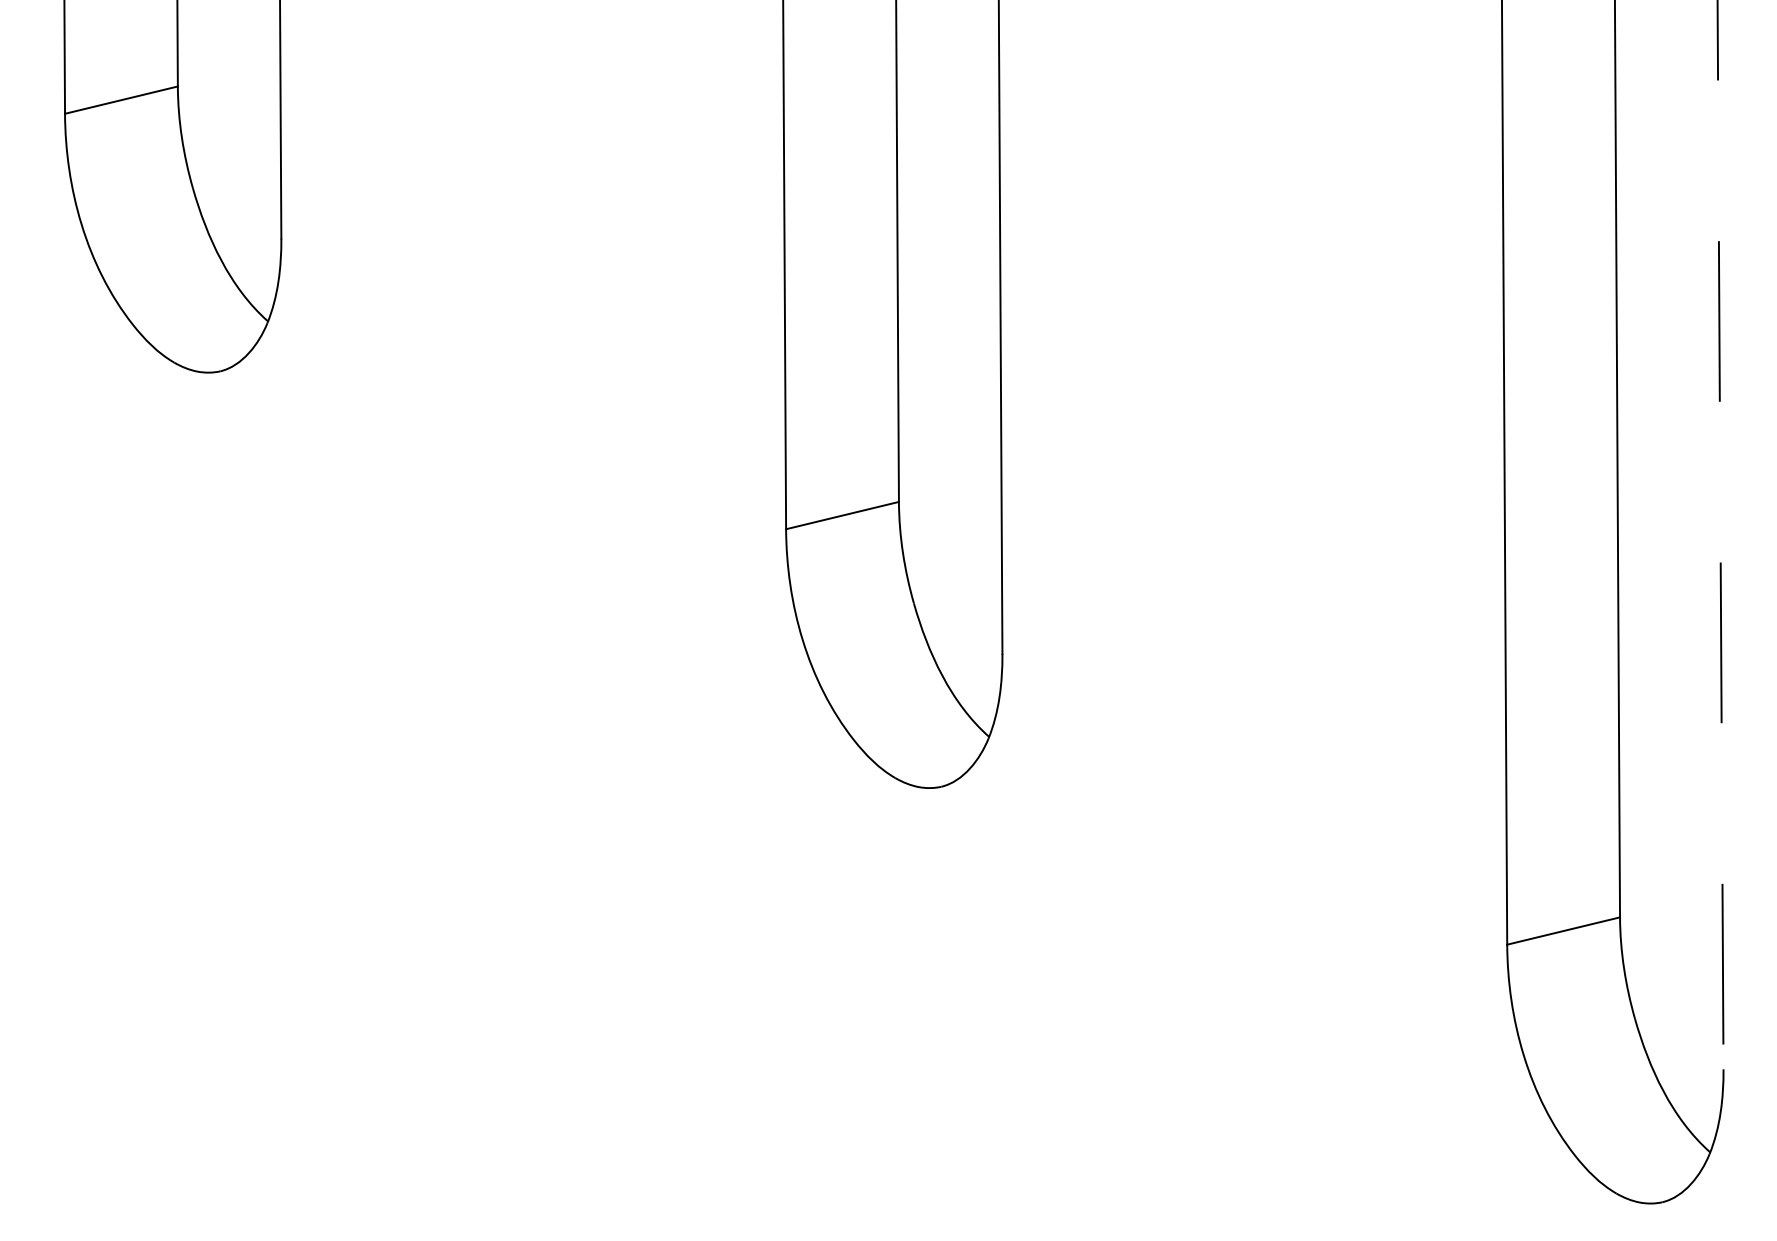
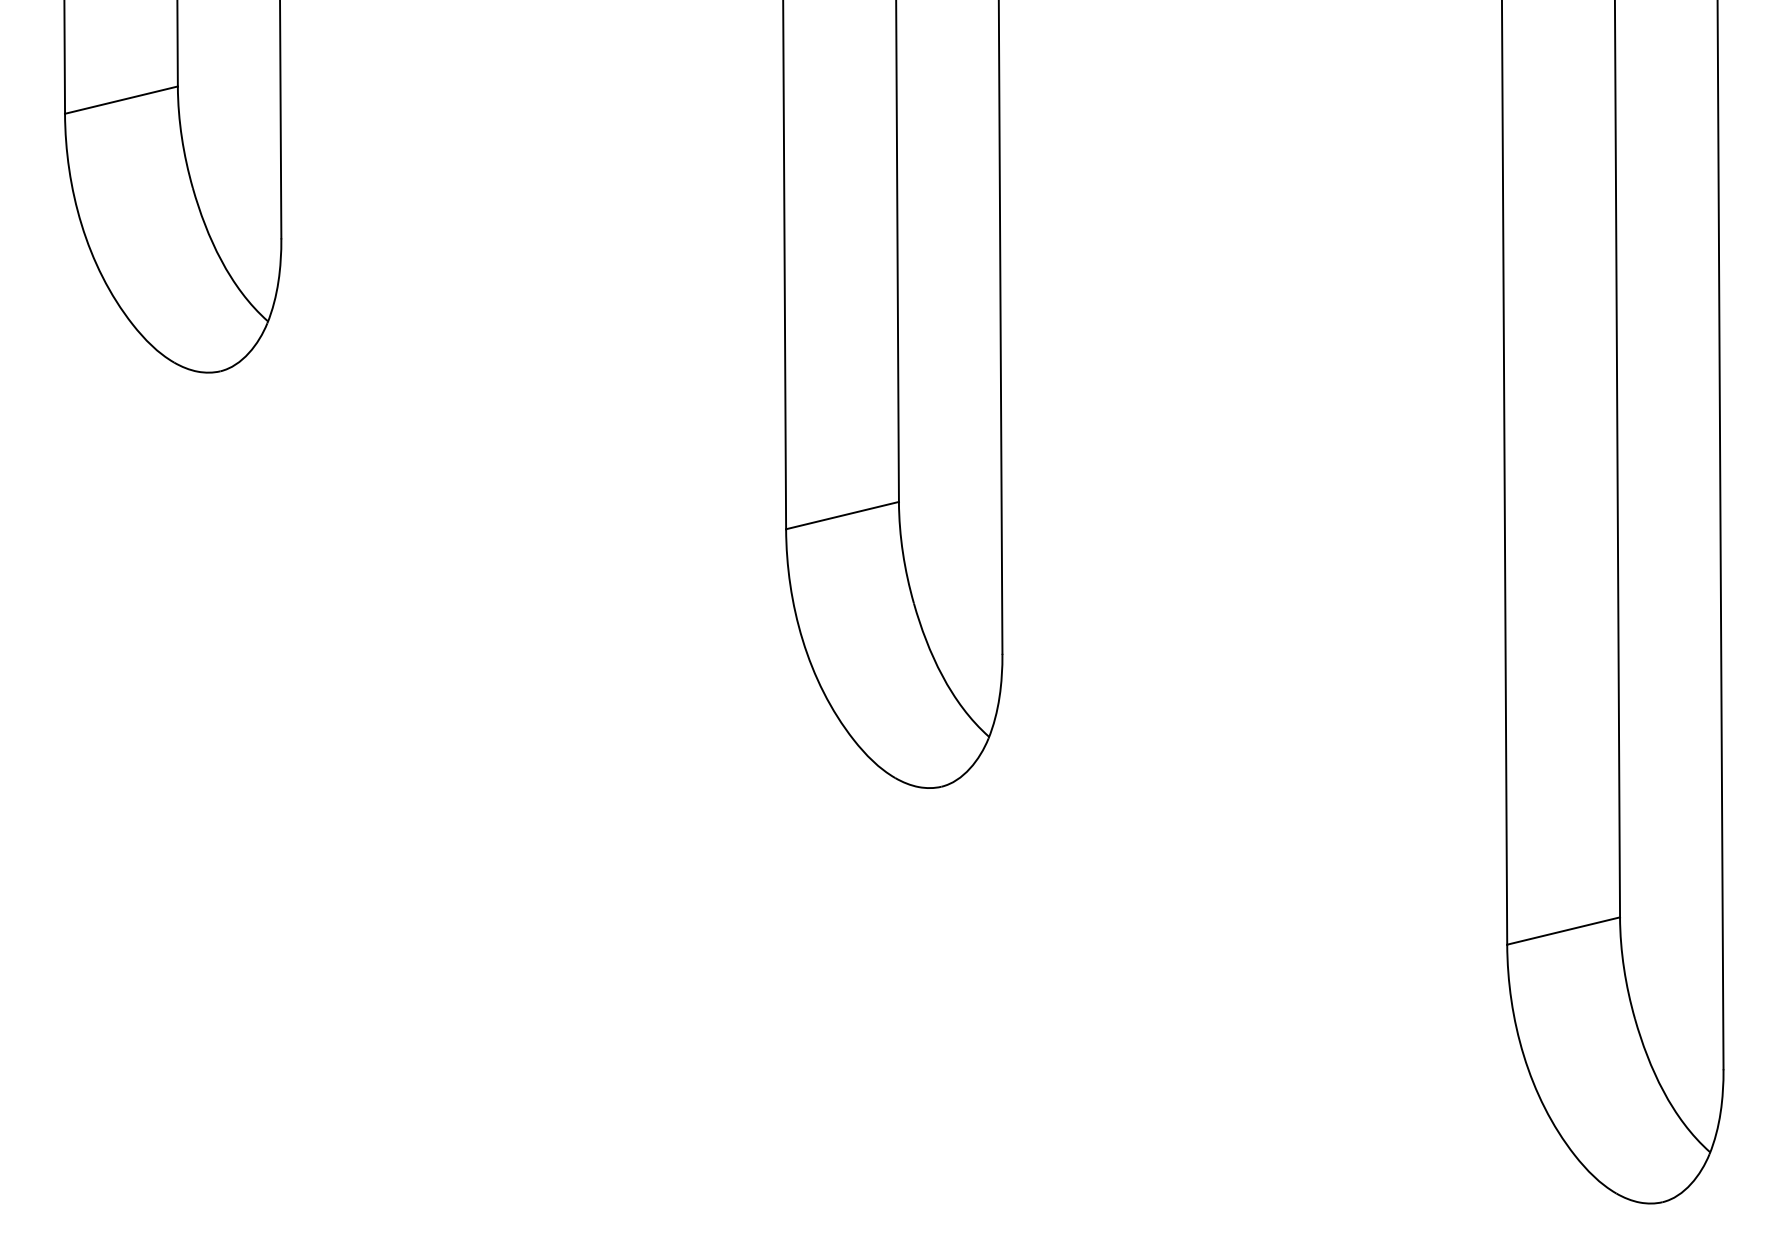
line at (1720, 535): dashed -> solid
